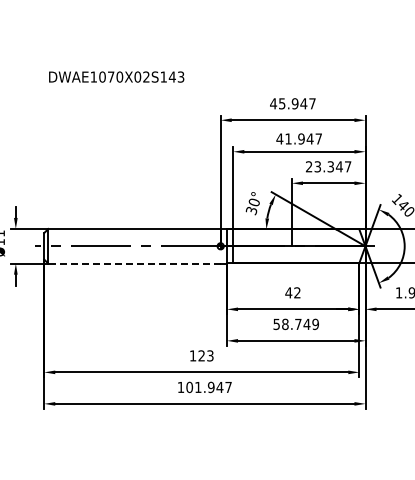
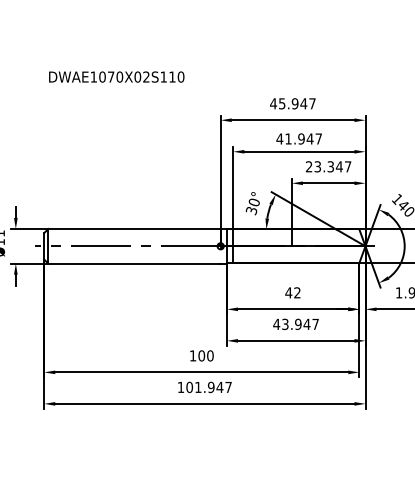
text at (176, 76): DWAE1070X02S143 -> DWAE1070X02S110
line at (134, 263): dashed -> solid
text at (295, 324): 58.749 -> 43.947
text at (205, 355): 123 -> 100
